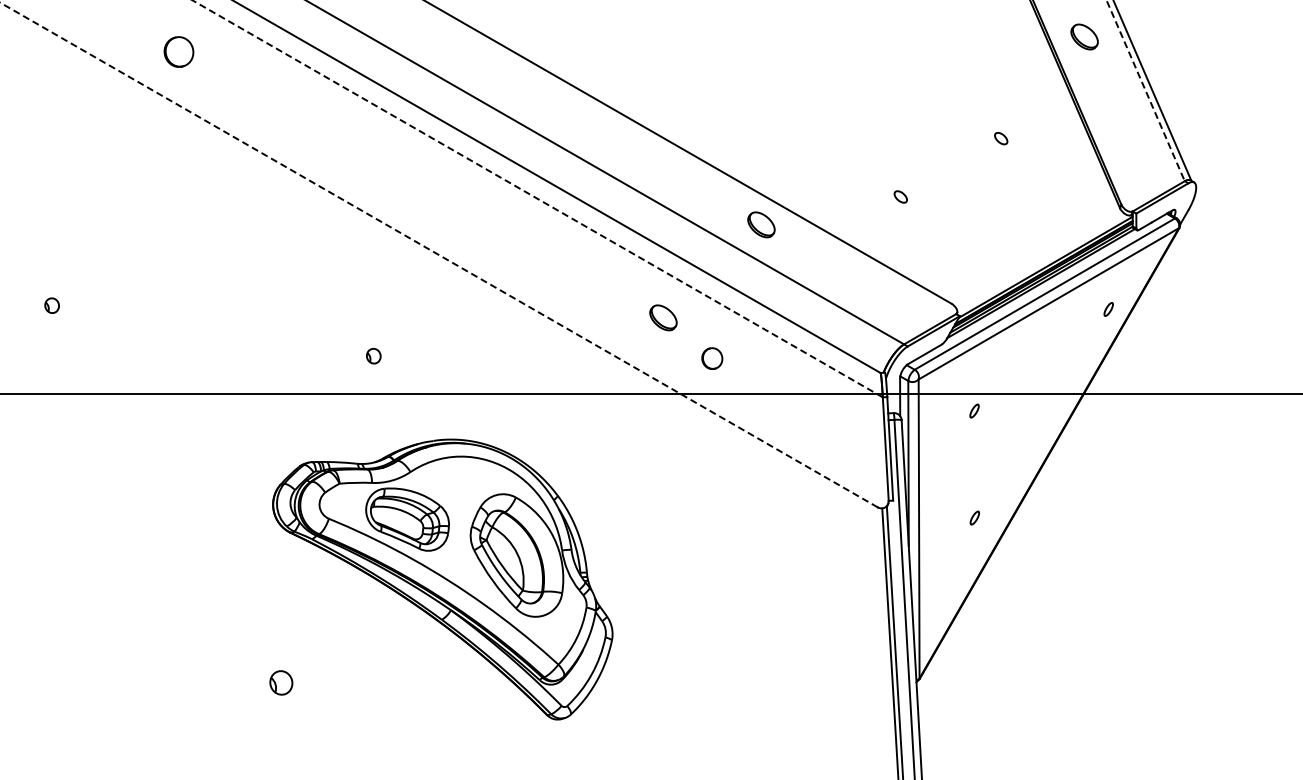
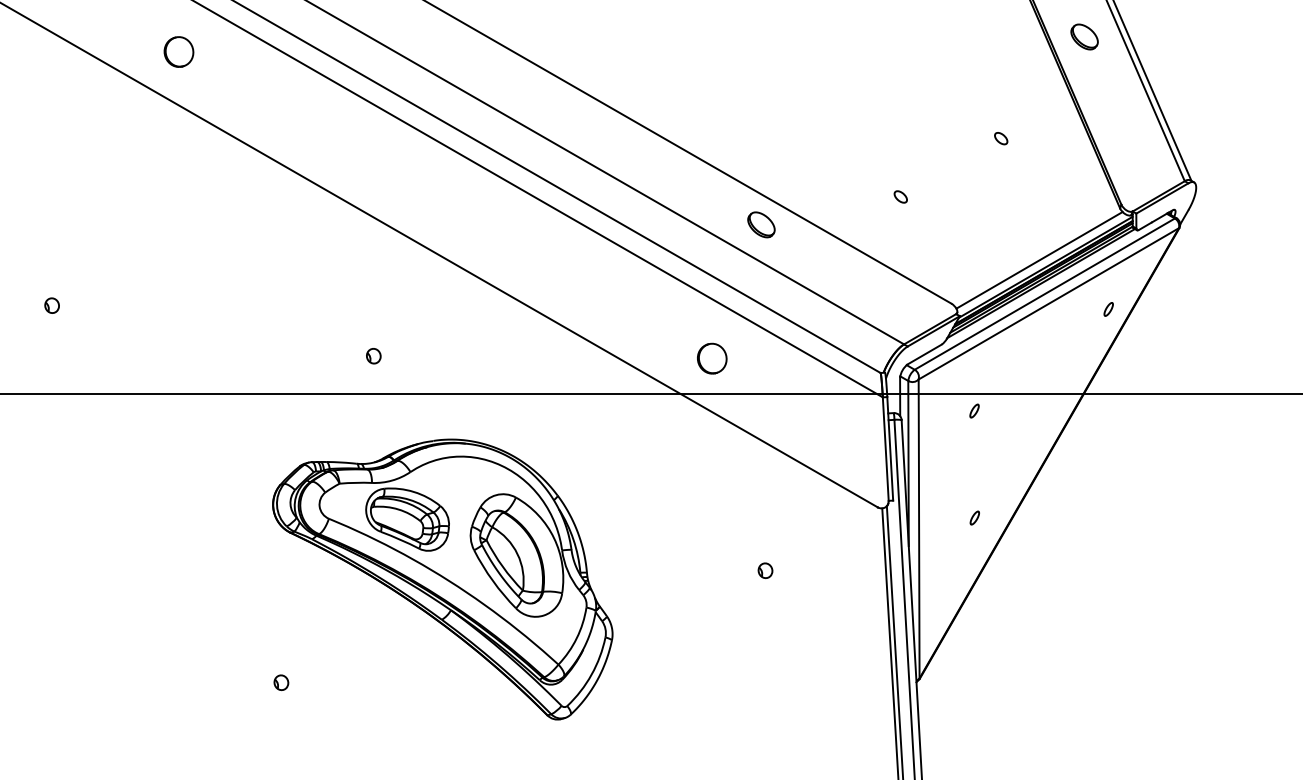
line at (1145, 91): dashed -> solid
line at (537, 198): dashed -> solid
line at (438, 254): dashed -> solid
line at (1039, 260): none -> present
part at (663, 317): present -> none
part at (712, 358) size: 23x23 px -> 31x33 px
part at (765, 570): none -> present
part at (281, 682) size: 25x26 px -> 17x17 px
